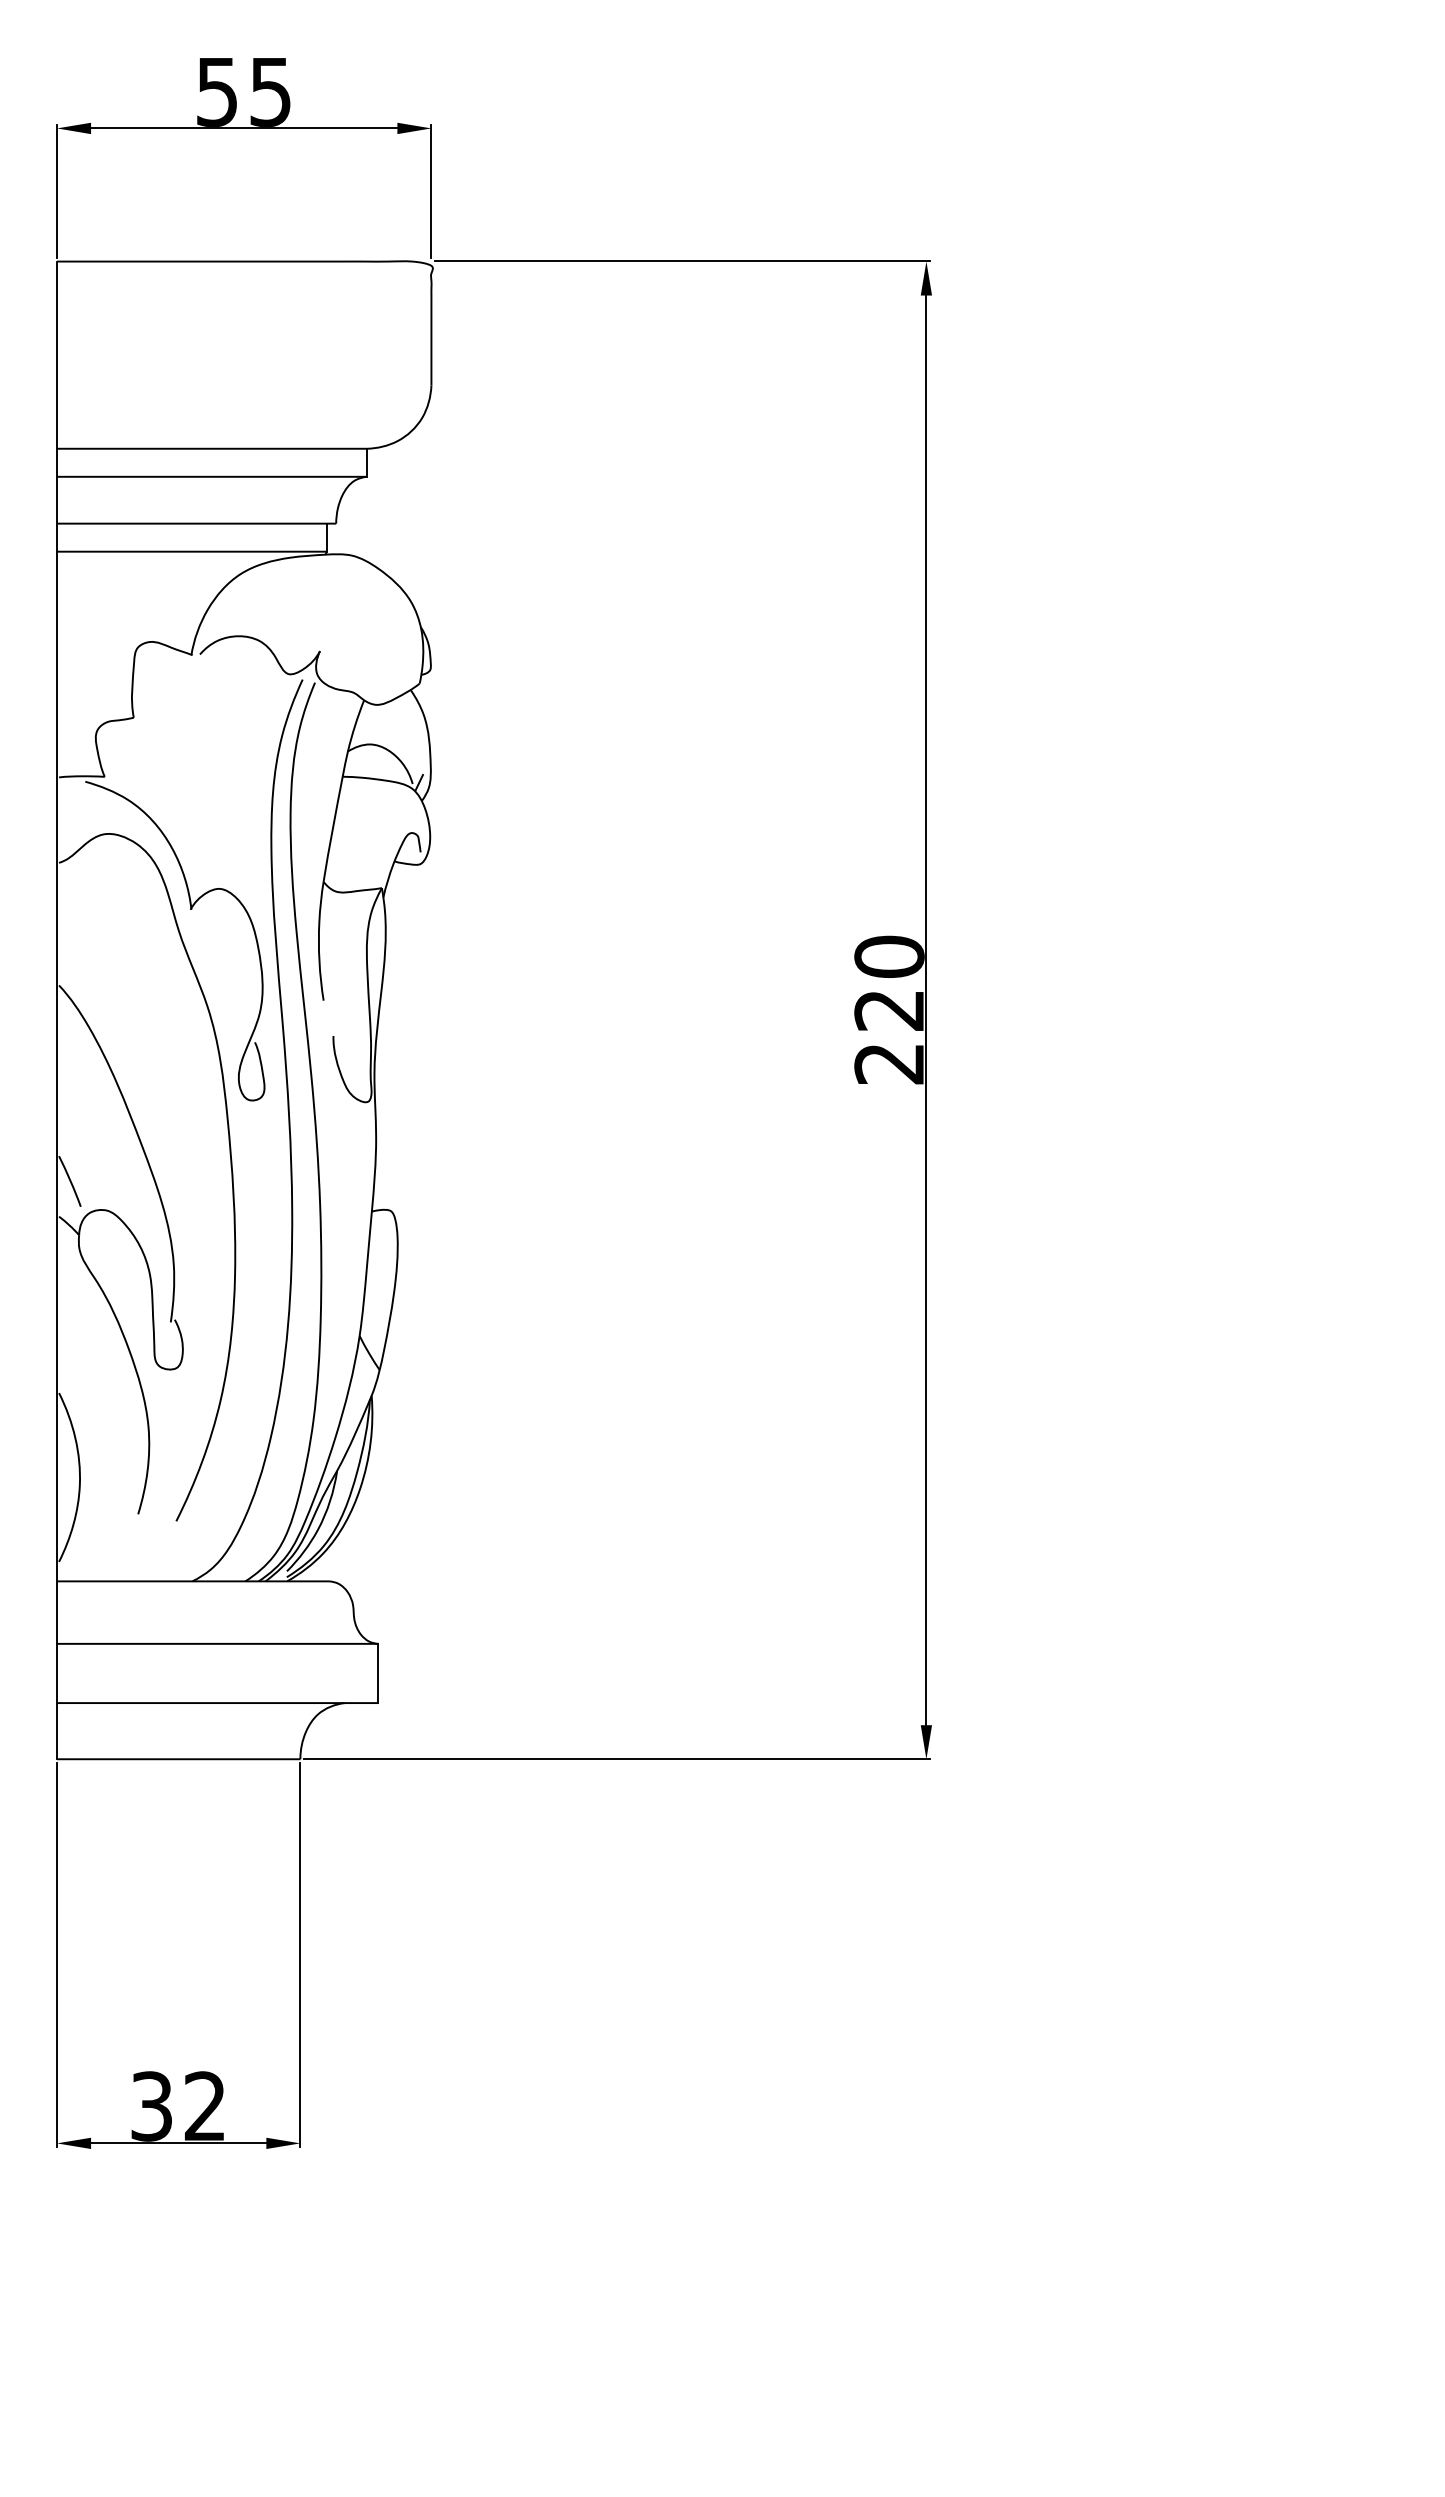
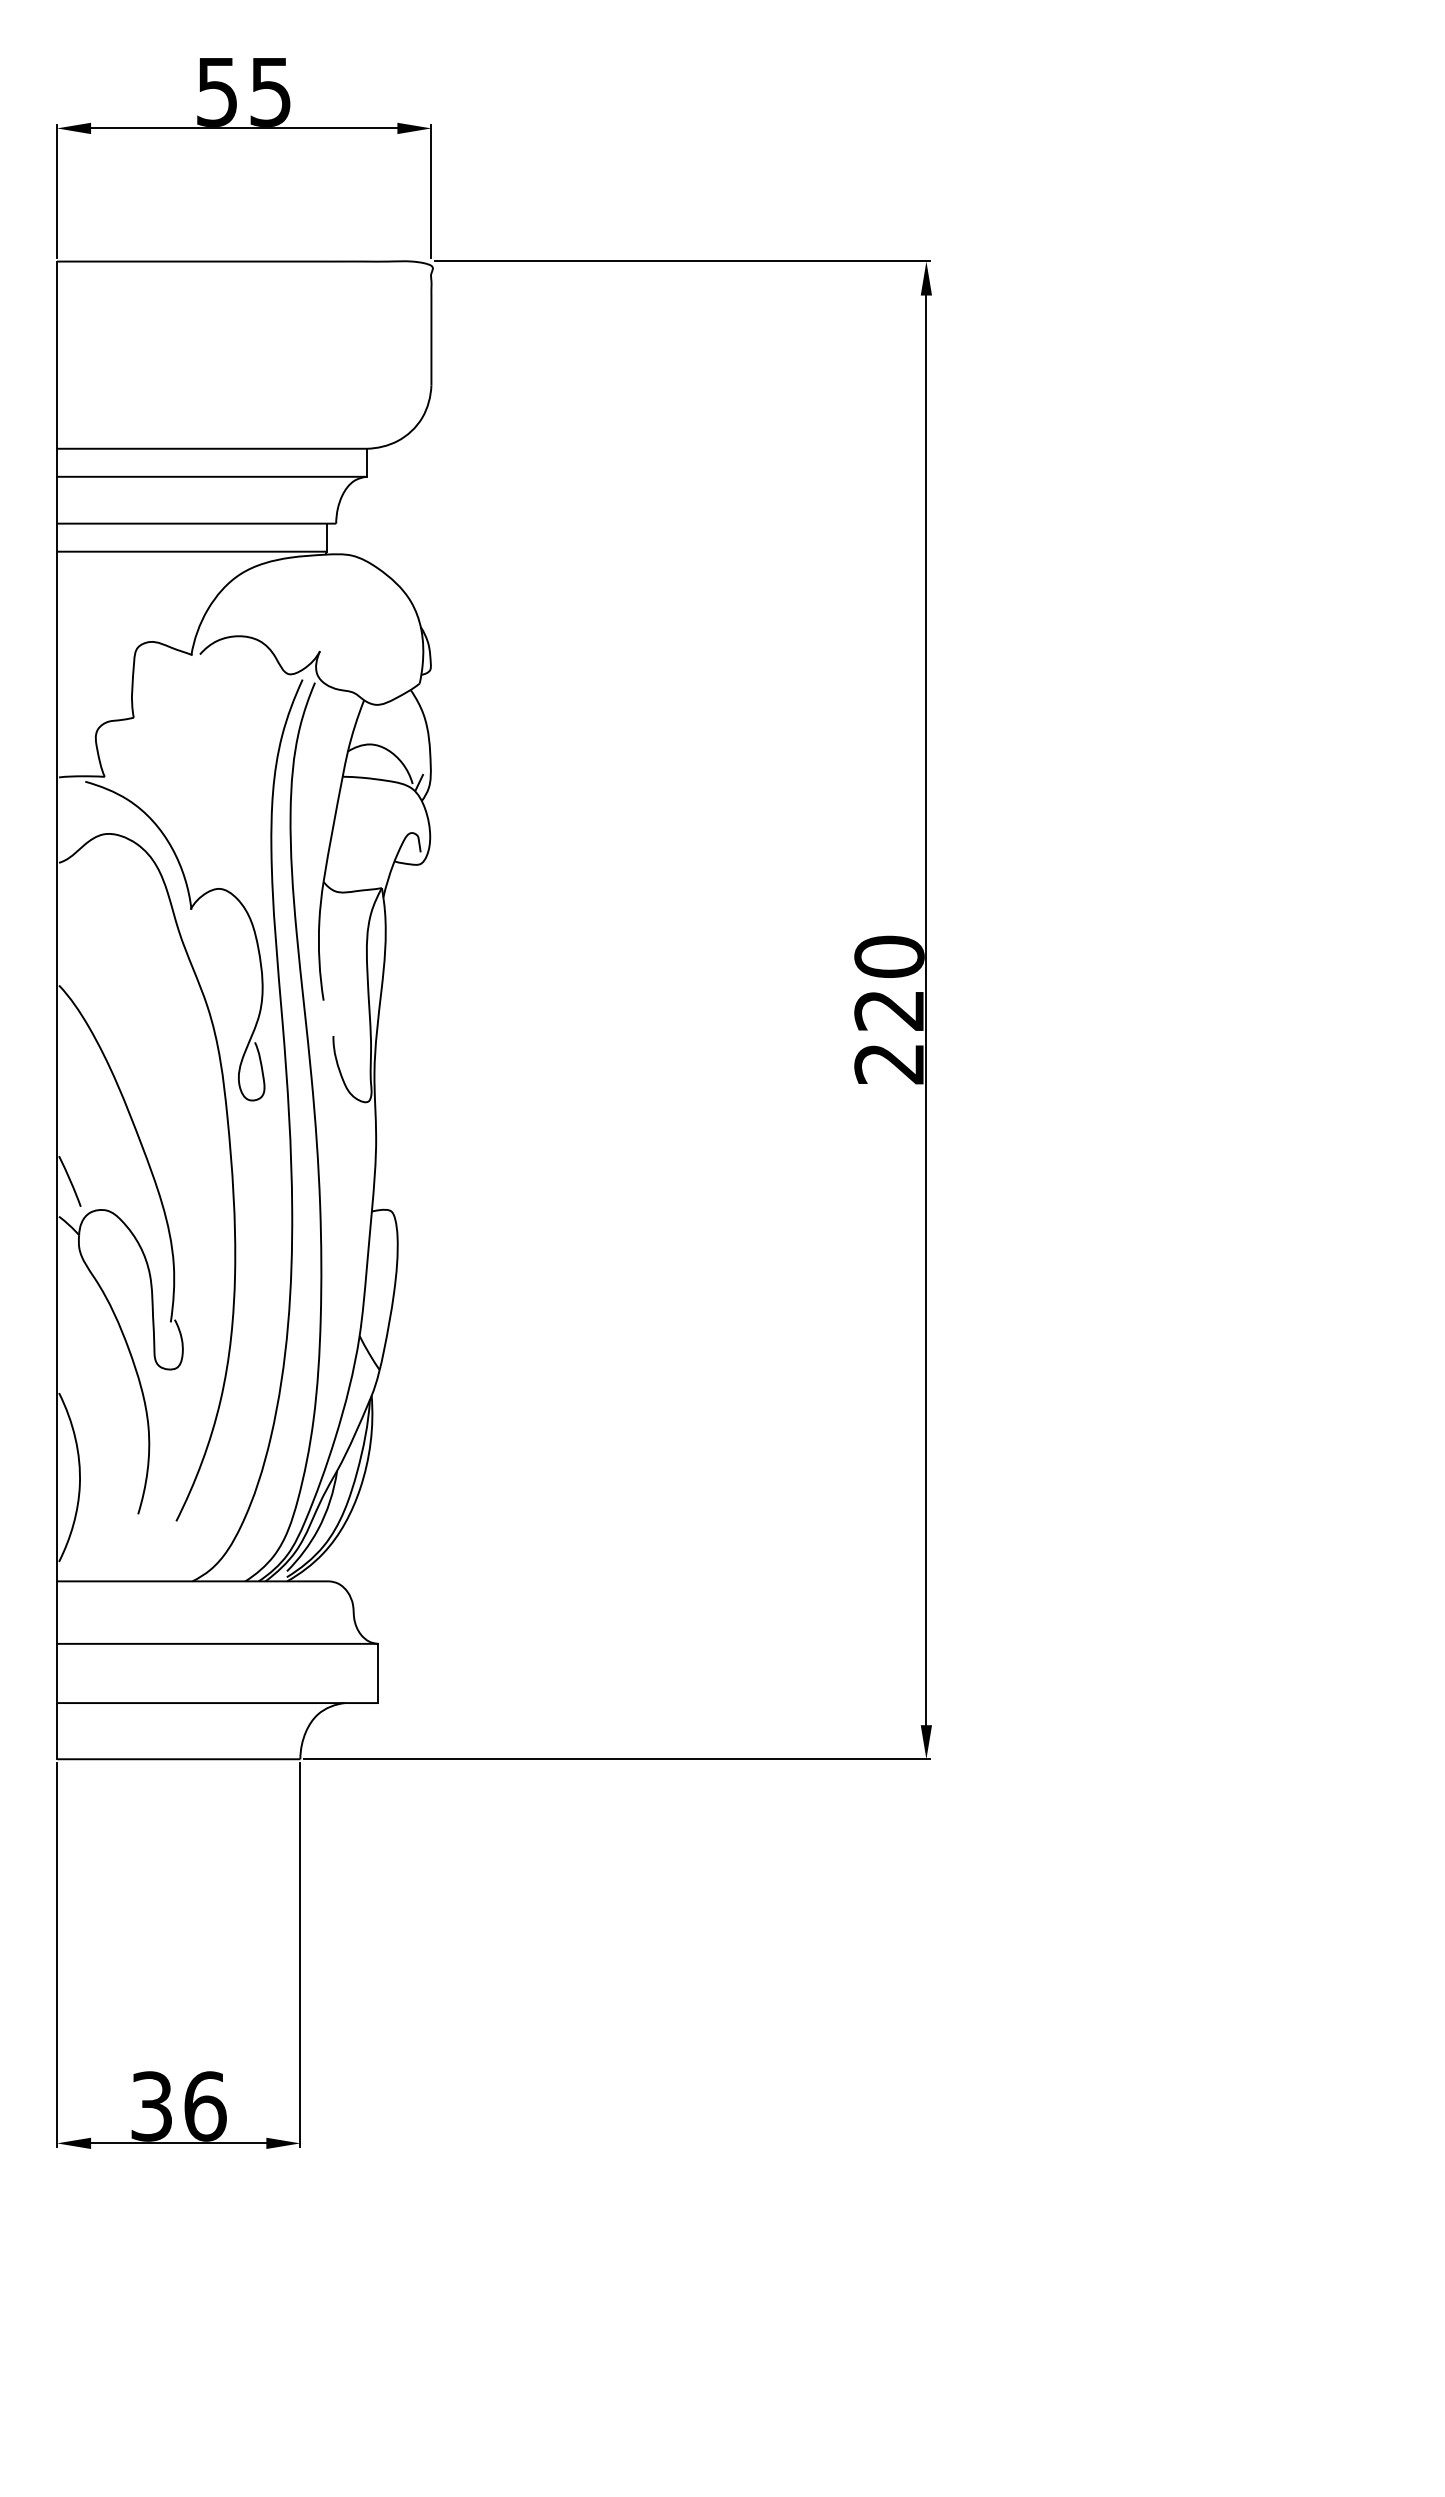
text at (205, 2106): 32 -> 36
